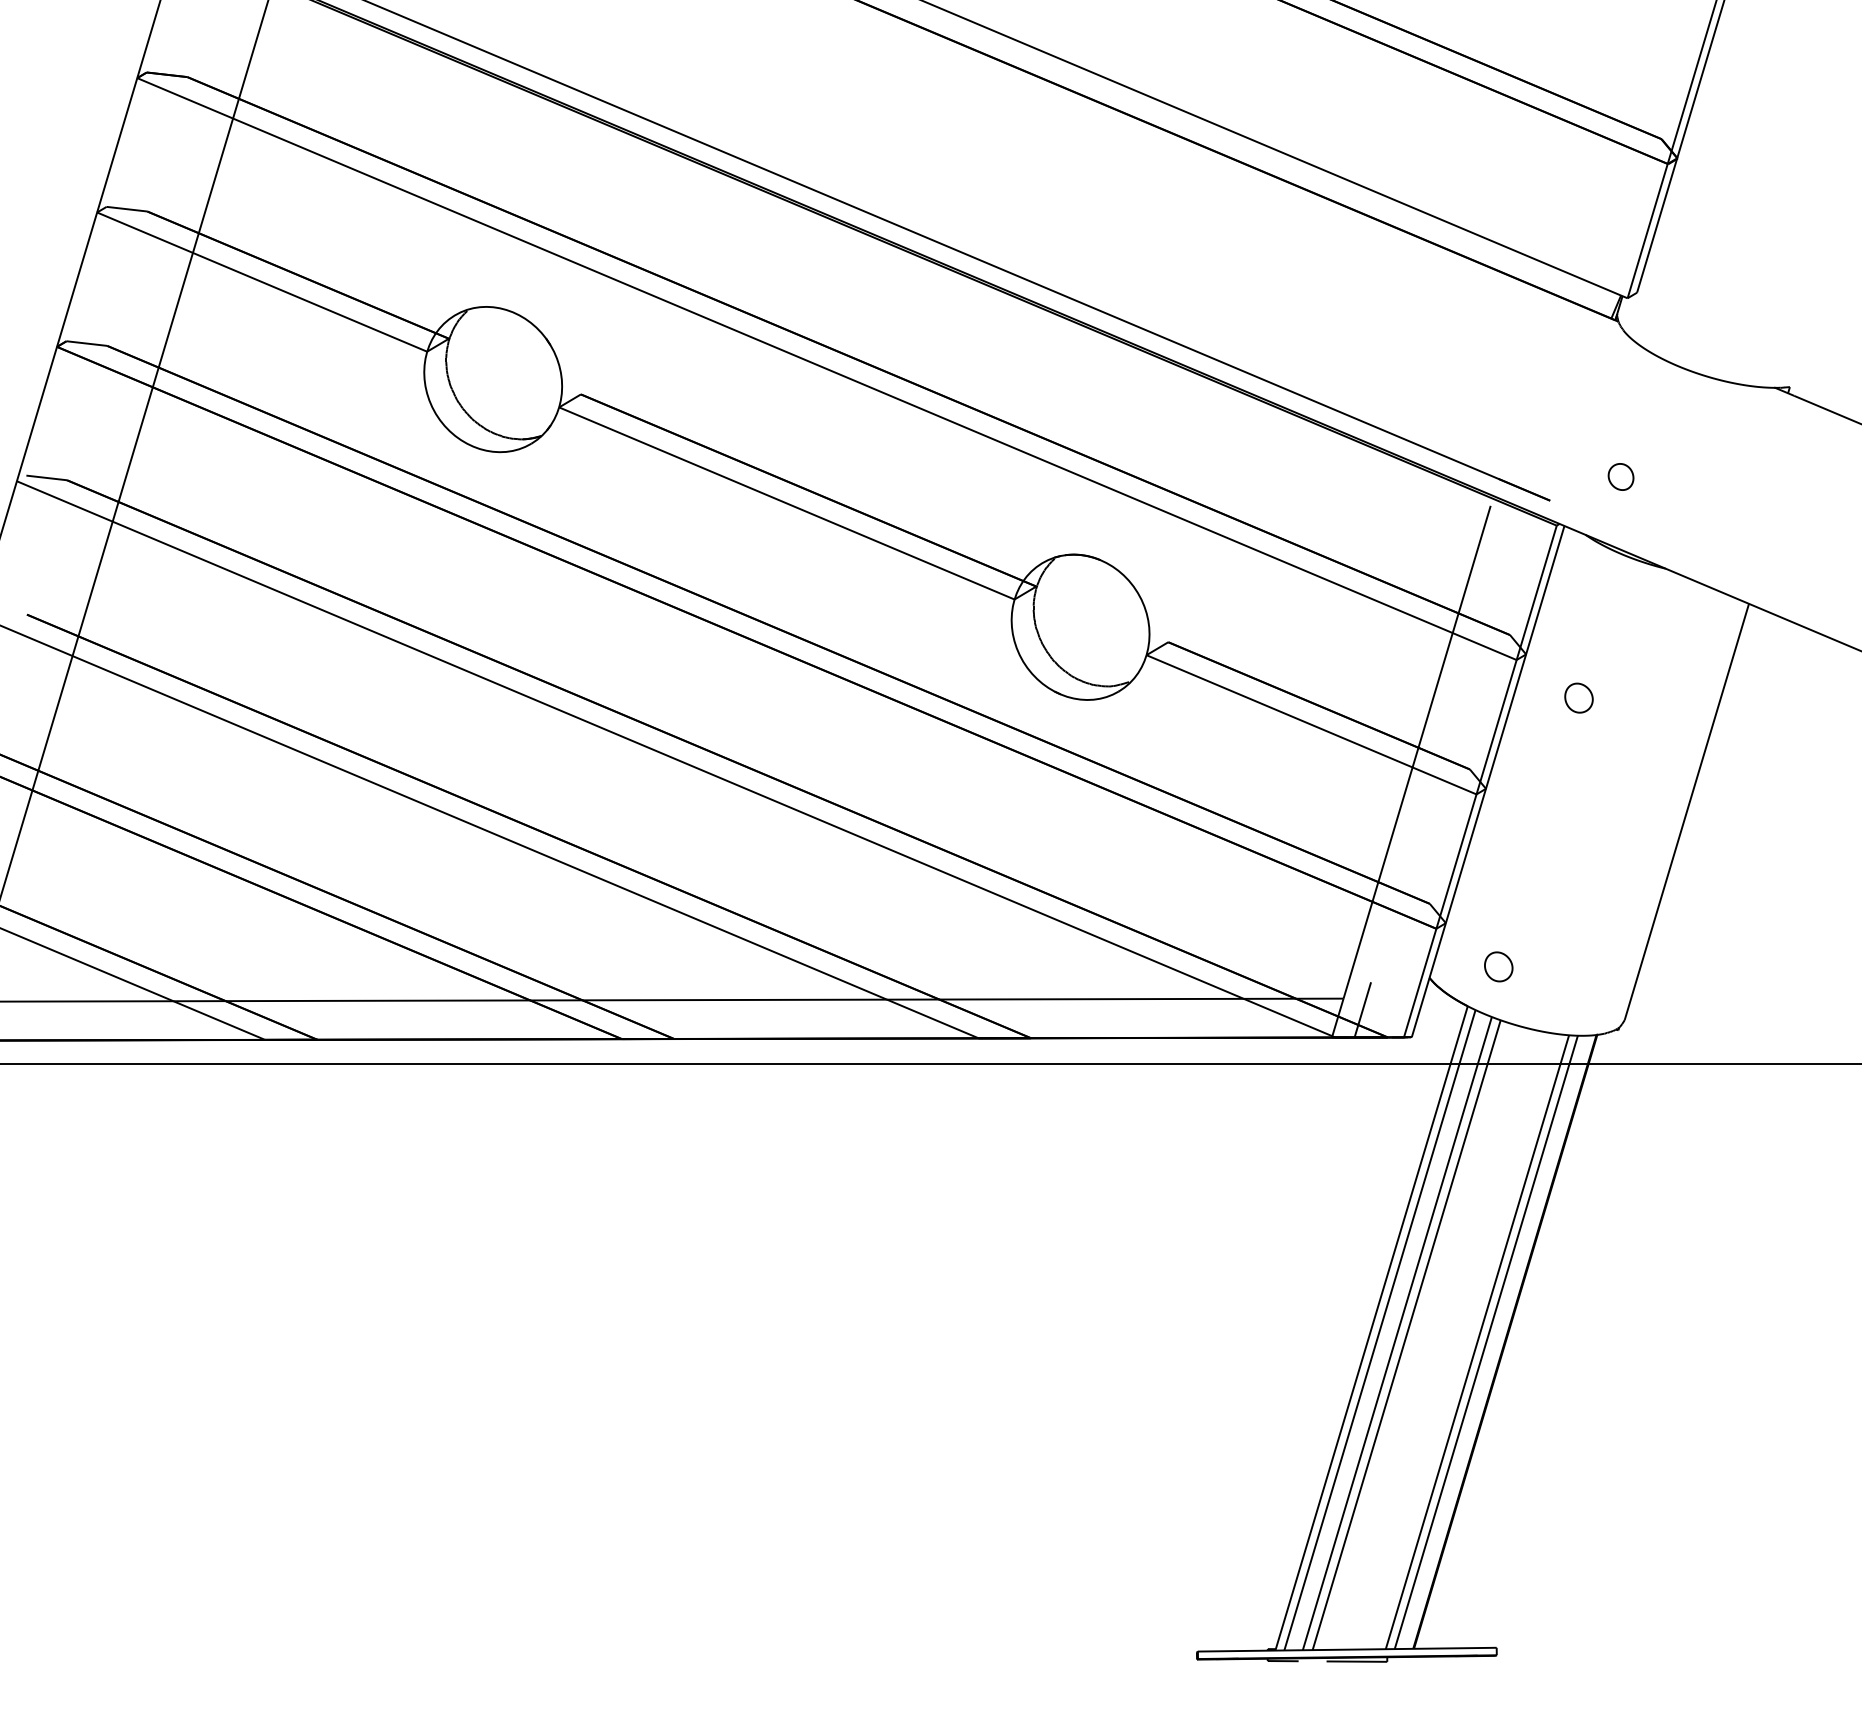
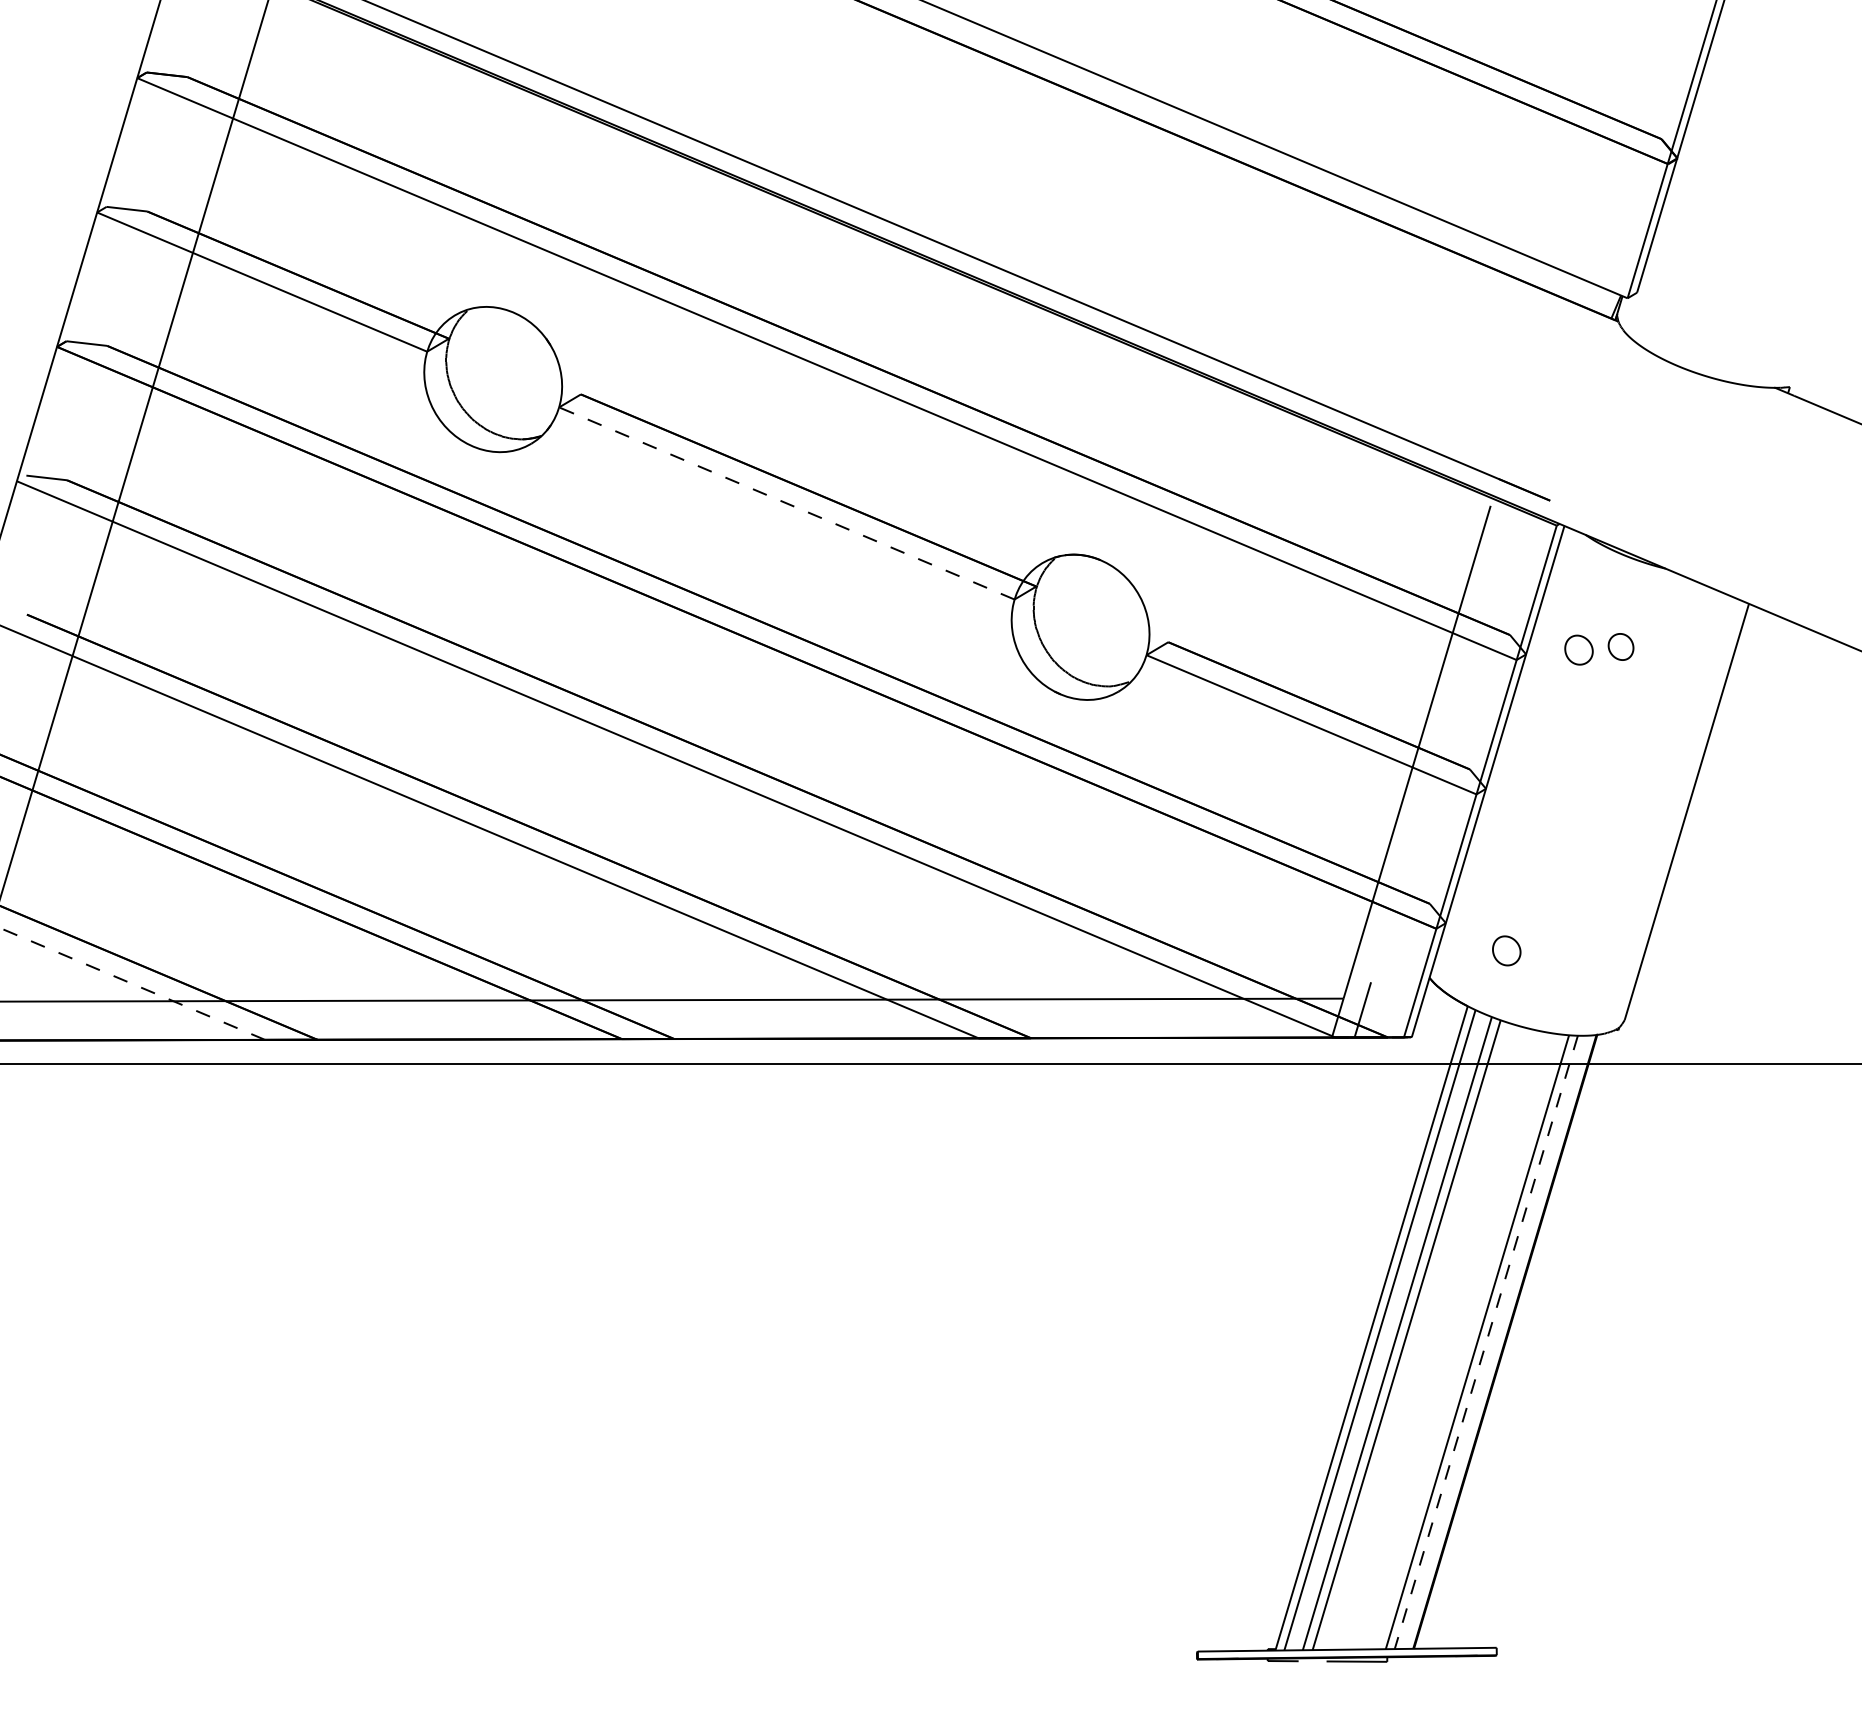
part at (1620, 476) position: (1620, 476) -> (1620, 646)
line at (786, 503): solid -> dashed
part at (1578, 697) position: (1578, 697) -> (1578, 649)
part at (1498, 966) position: (1498, 966) -> (1506, 950)
line at (132, 983): solid -> dashed
line at (1486, 1342): solid -> dashed
